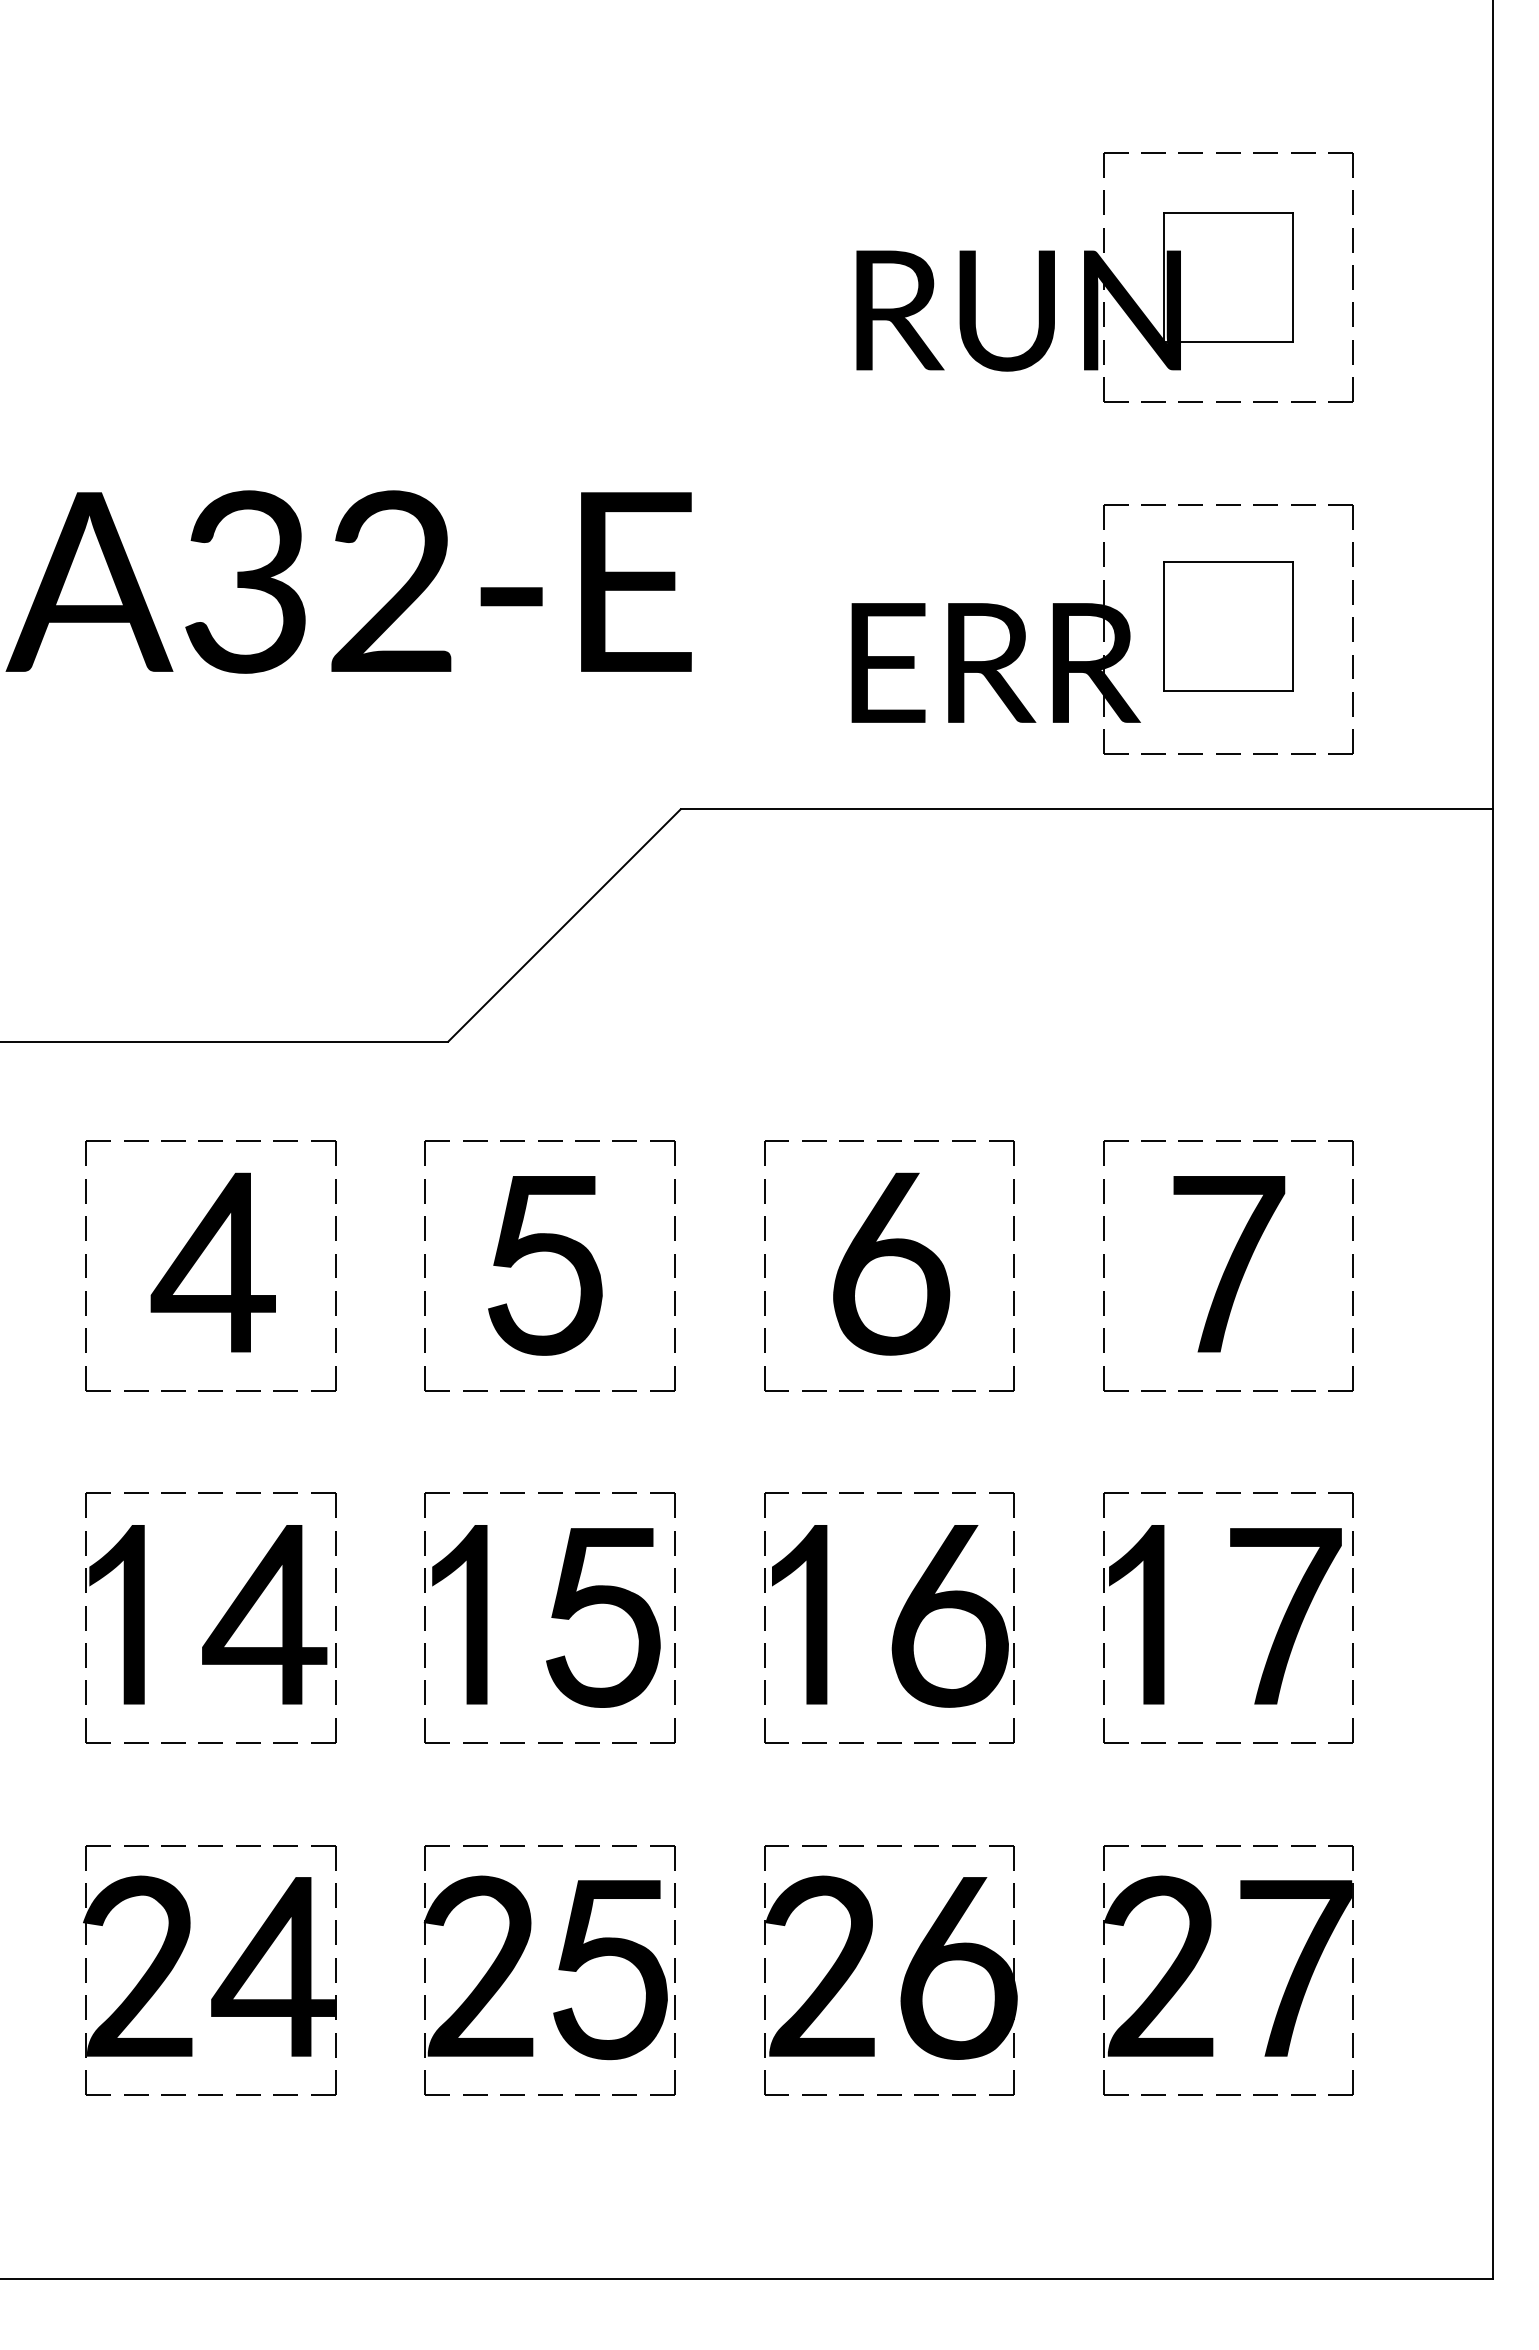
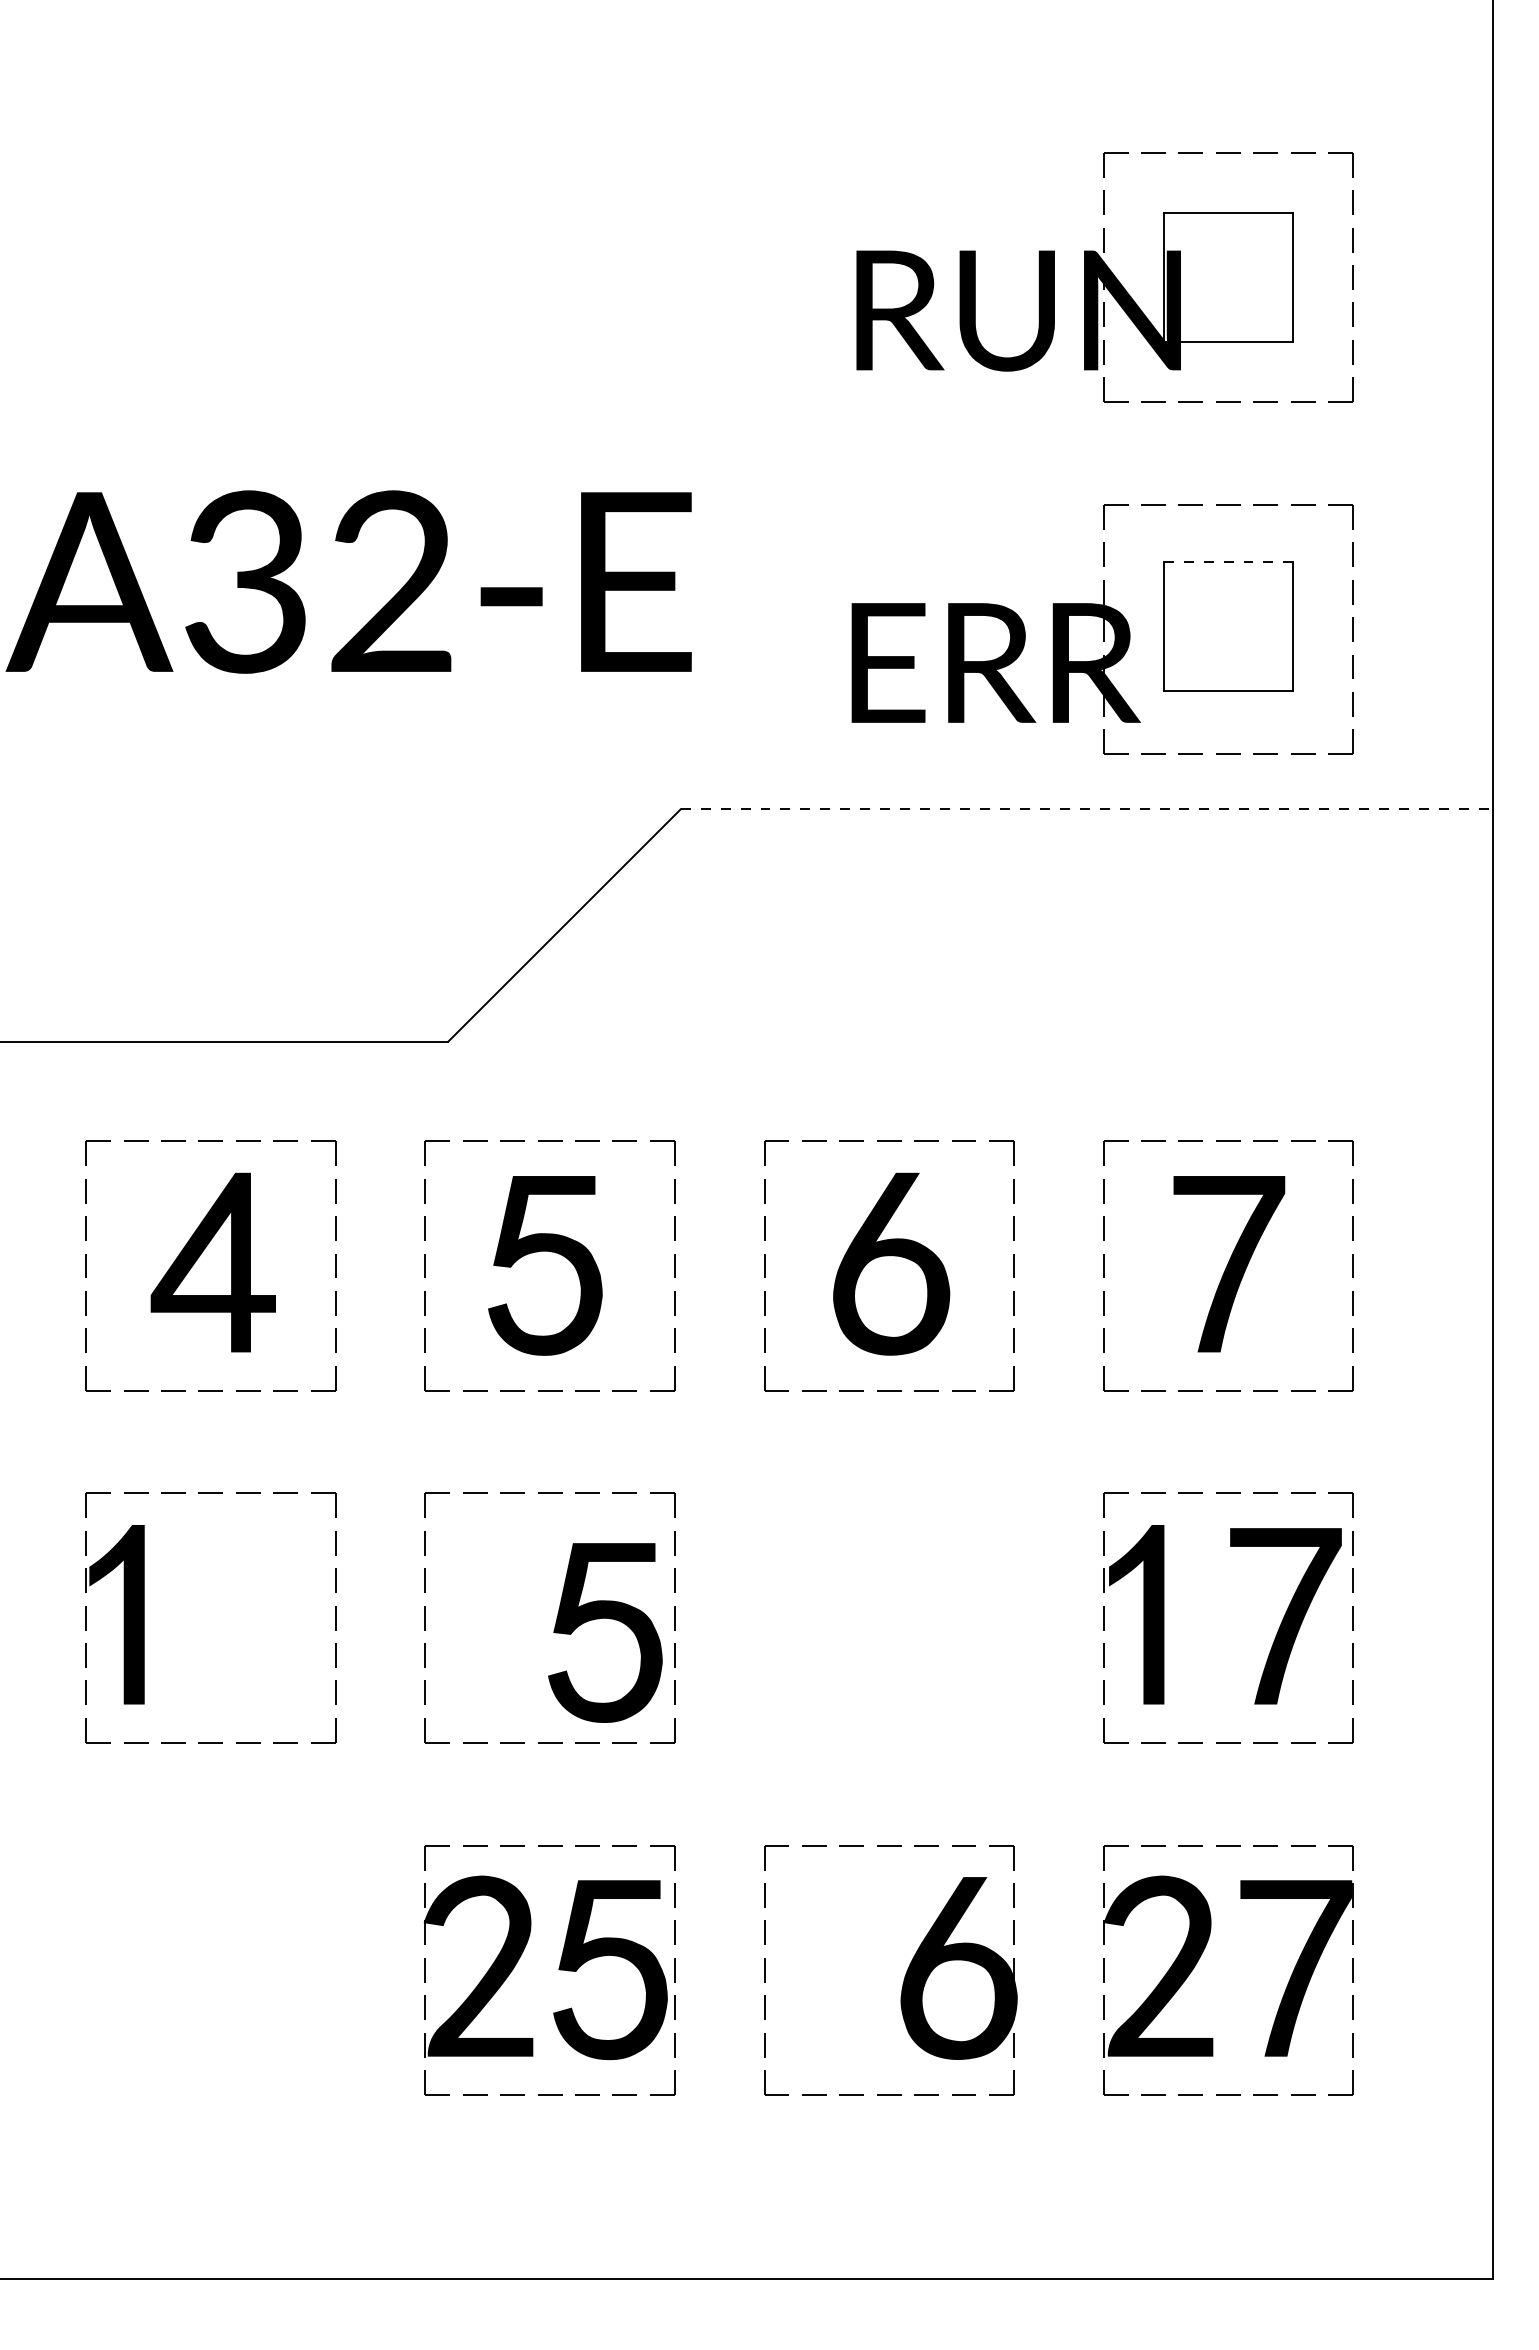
line at (1228, 561): solid -> dashed
line at (1086, 809): solid -> dashed
part at (608, 1604) position: (608, 1604) -> (610, 1619)
part at (264, 1614): present -> none
fill at (459, 1614): present -> none
part at (897, 1619): present -> none
fill at (819, 1965): present -> none
part at (224, 1979): present -> none
